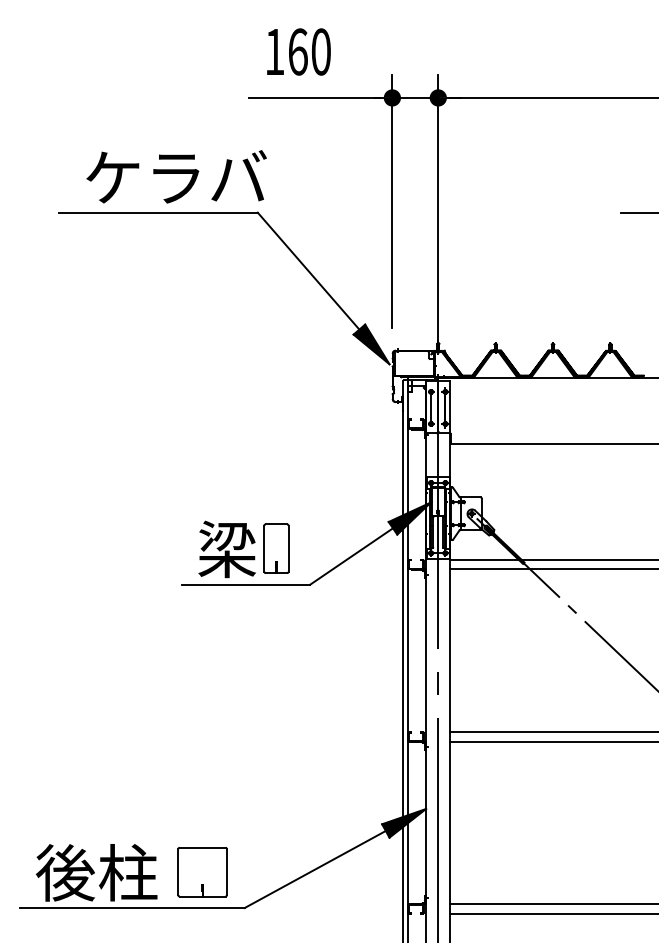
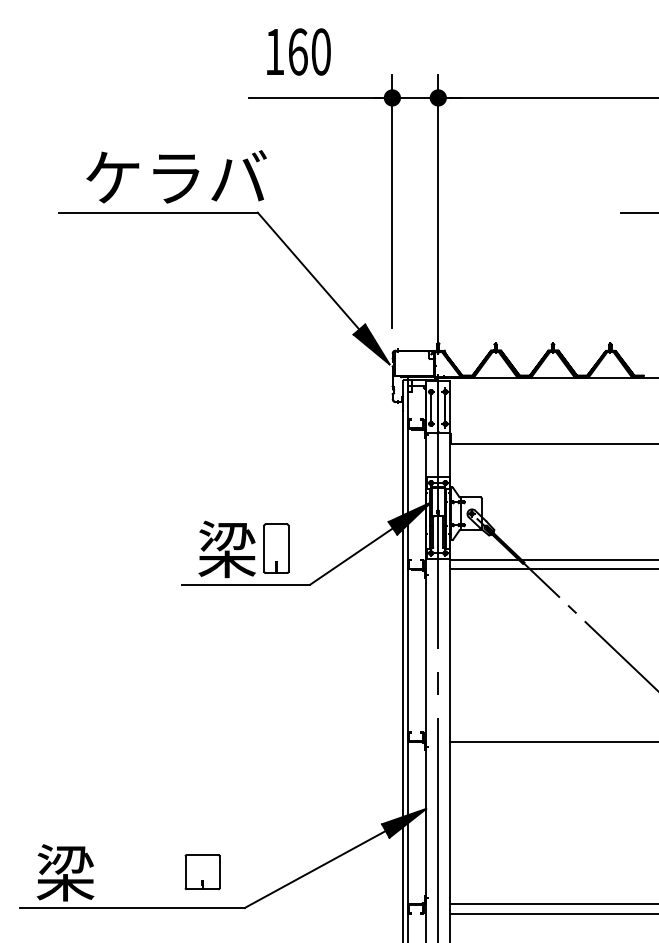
line at (552, 732): present -> none
text at (96, 872): 後柱 -> 梁
part at (202, 872) size: 51x51 px -> 37x37 px
